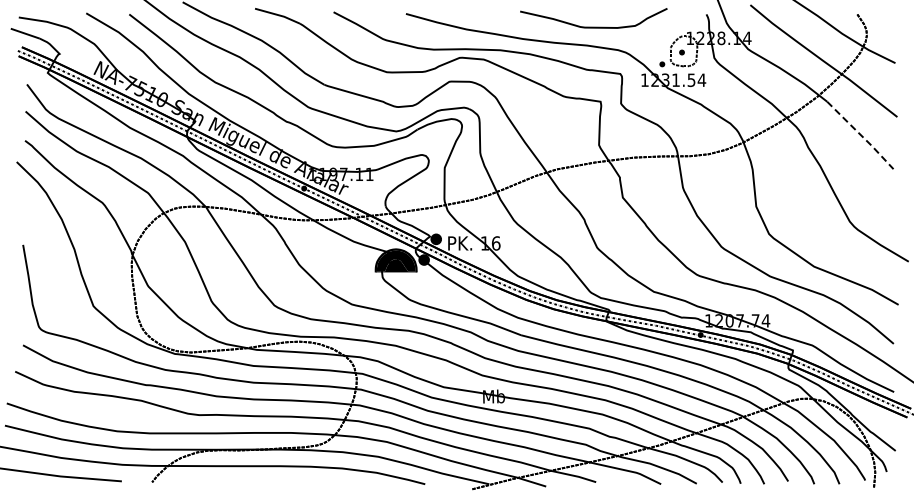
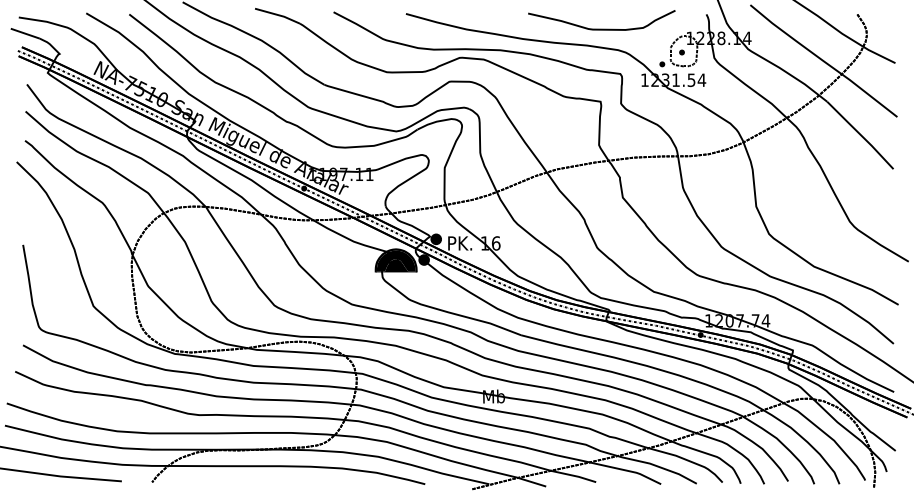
curve at (593, 26) position: (593, 26) -> (601, 28)
line at (861, 135): dashed -> solid
